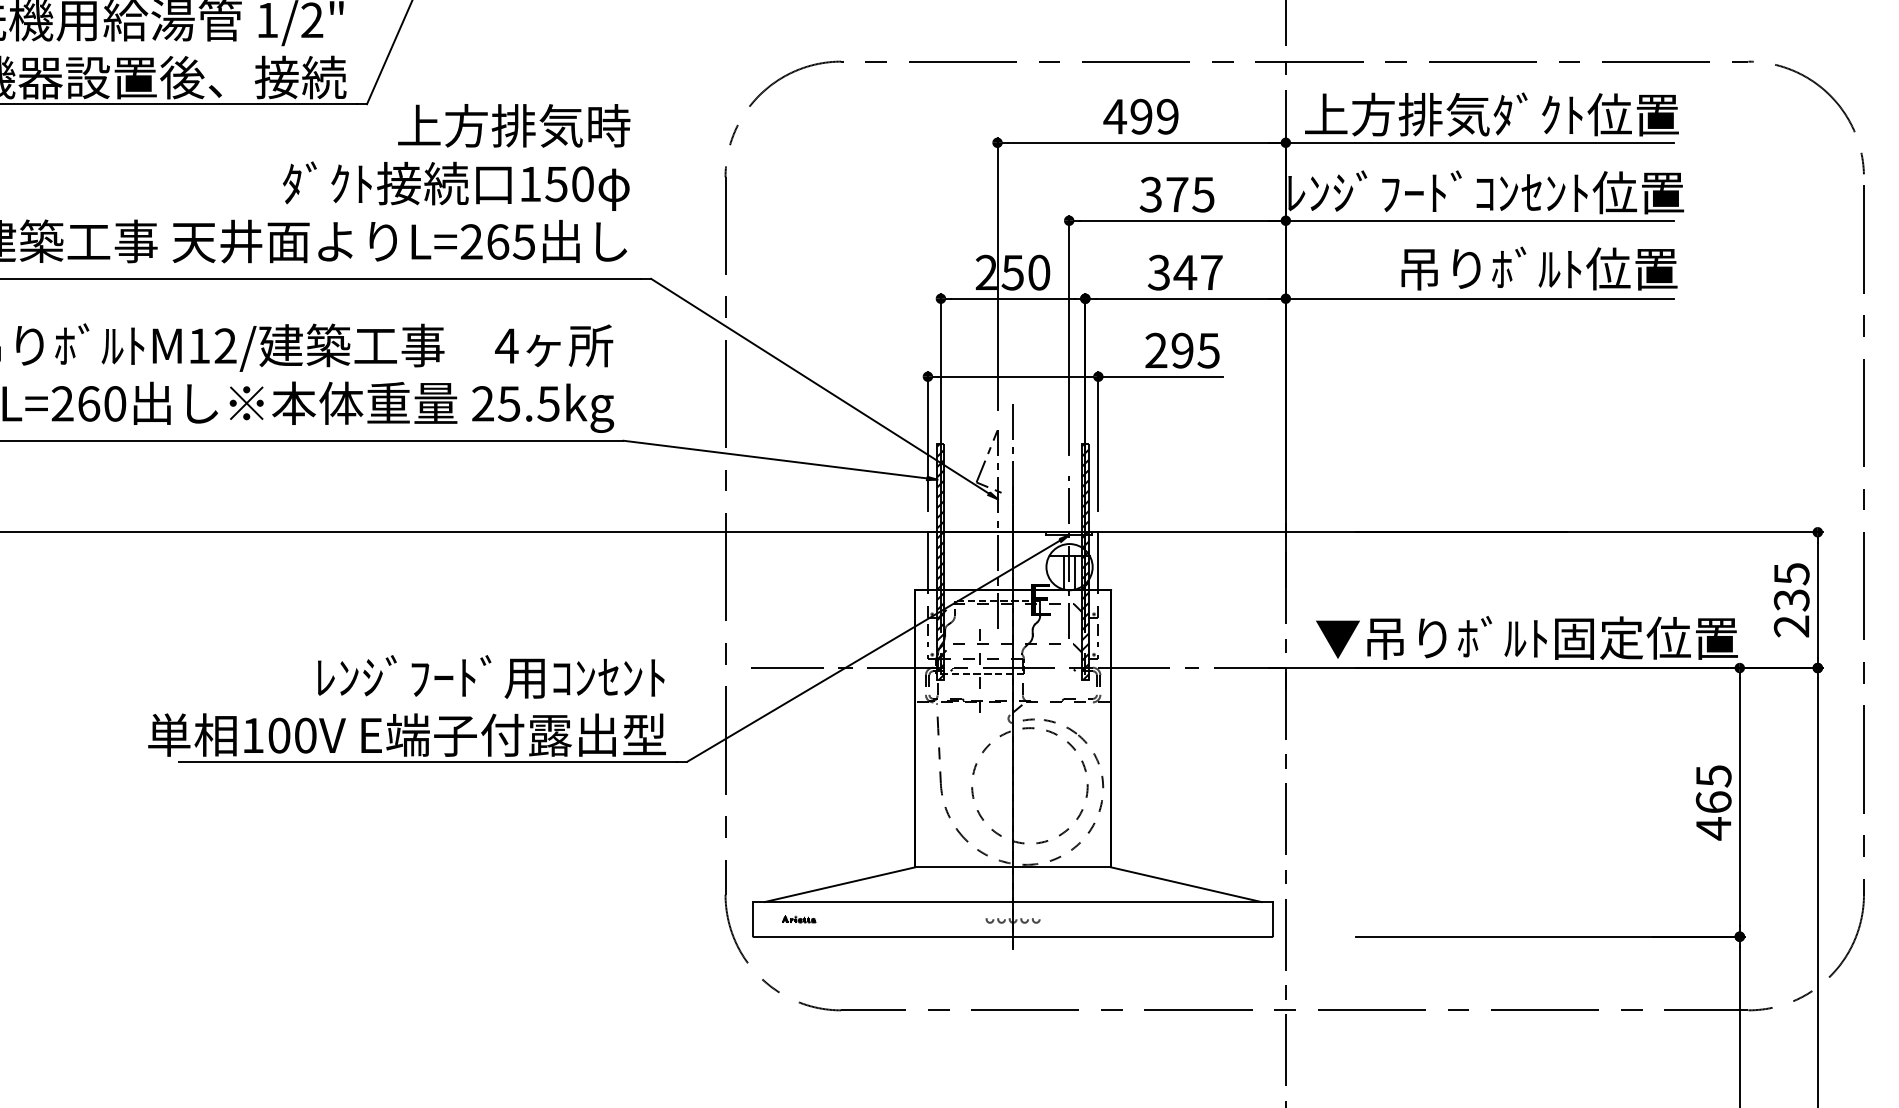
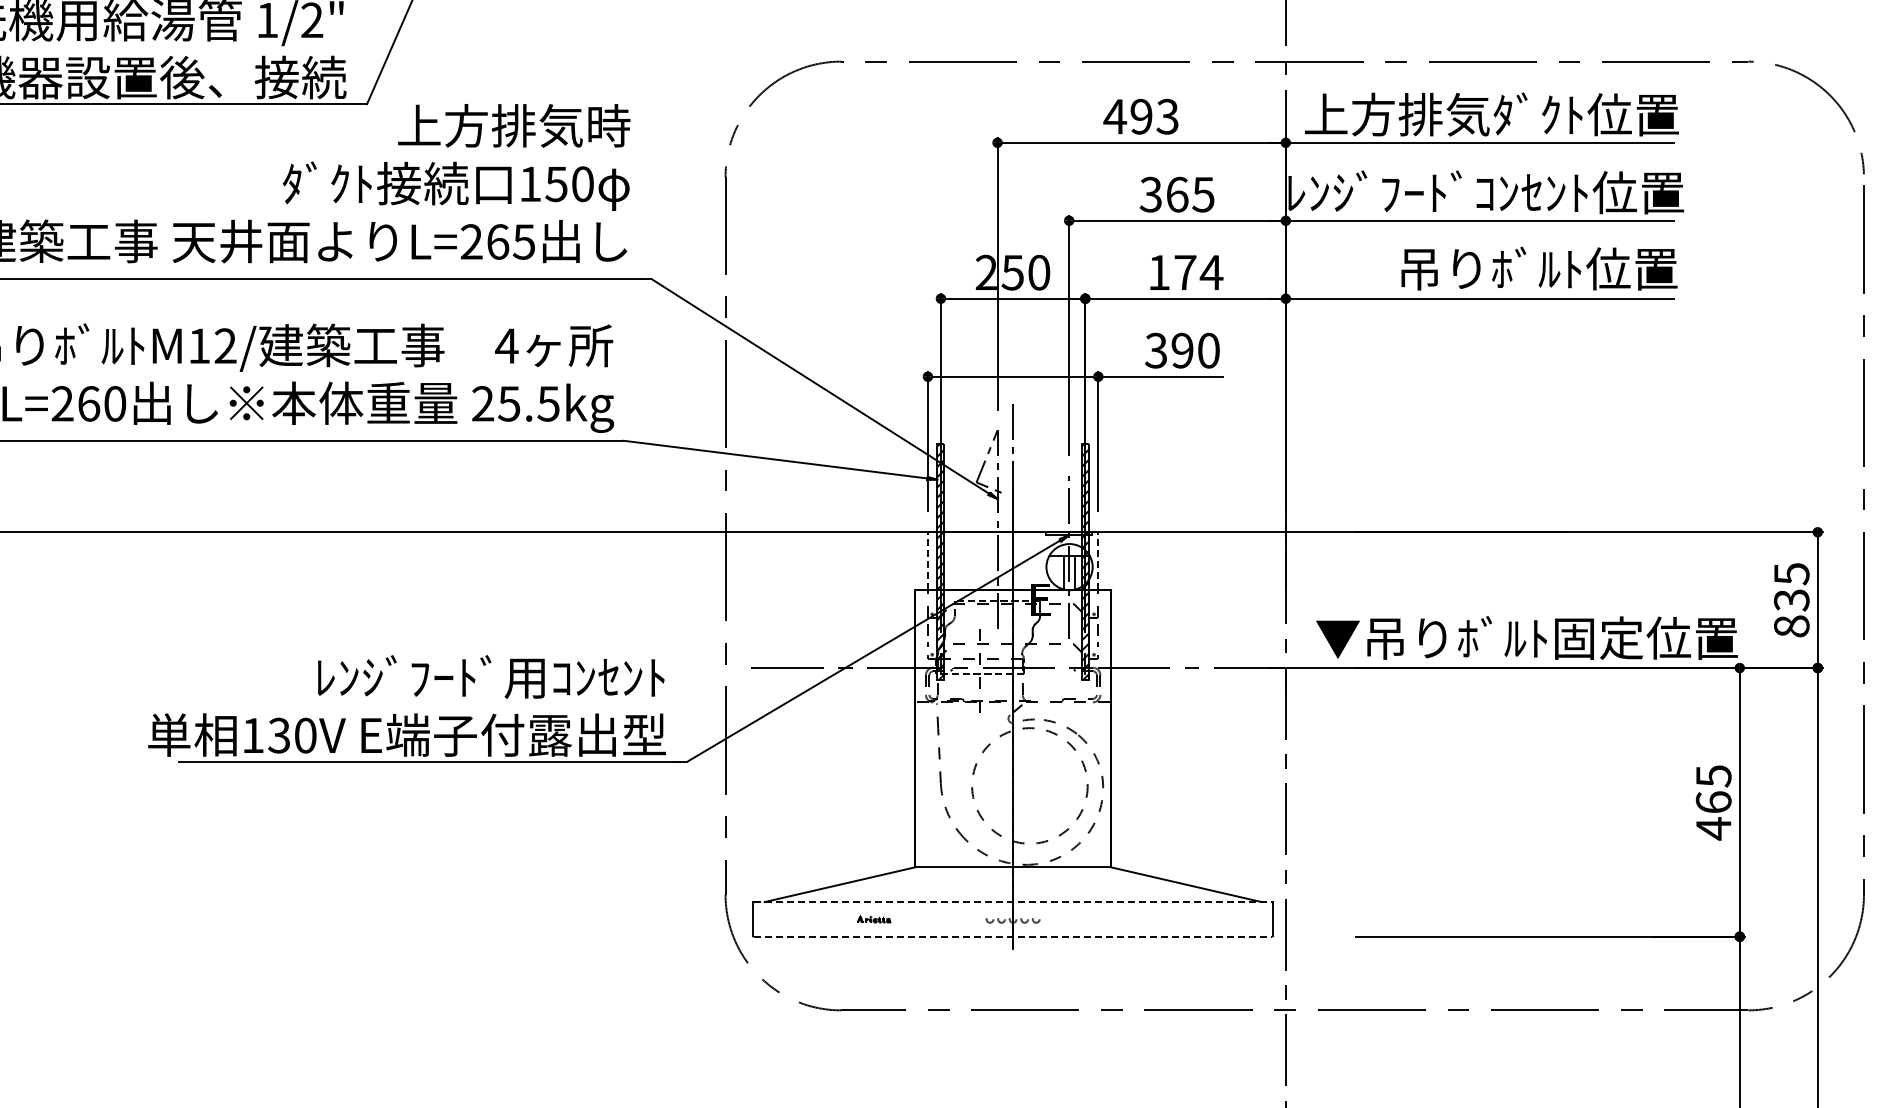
text at (1167, 116): 499 -> 493
text at (1177, 194): 375 -> 365
text at (1185, 272): 347 -> 174
text at (1182, 350): 295 -> 390
line at (927, 561): solid -> dashed
line at (1098, 561): solid -> dashed
text at (1791, 626): 235 -> 835
text at (279, 735): 100V -> 130V
line at (1013, 902): solid -> dashed
part at (799, 919) position: (799, 919) -> (874, 919)
line at (1013, 936): solid -> dashed
